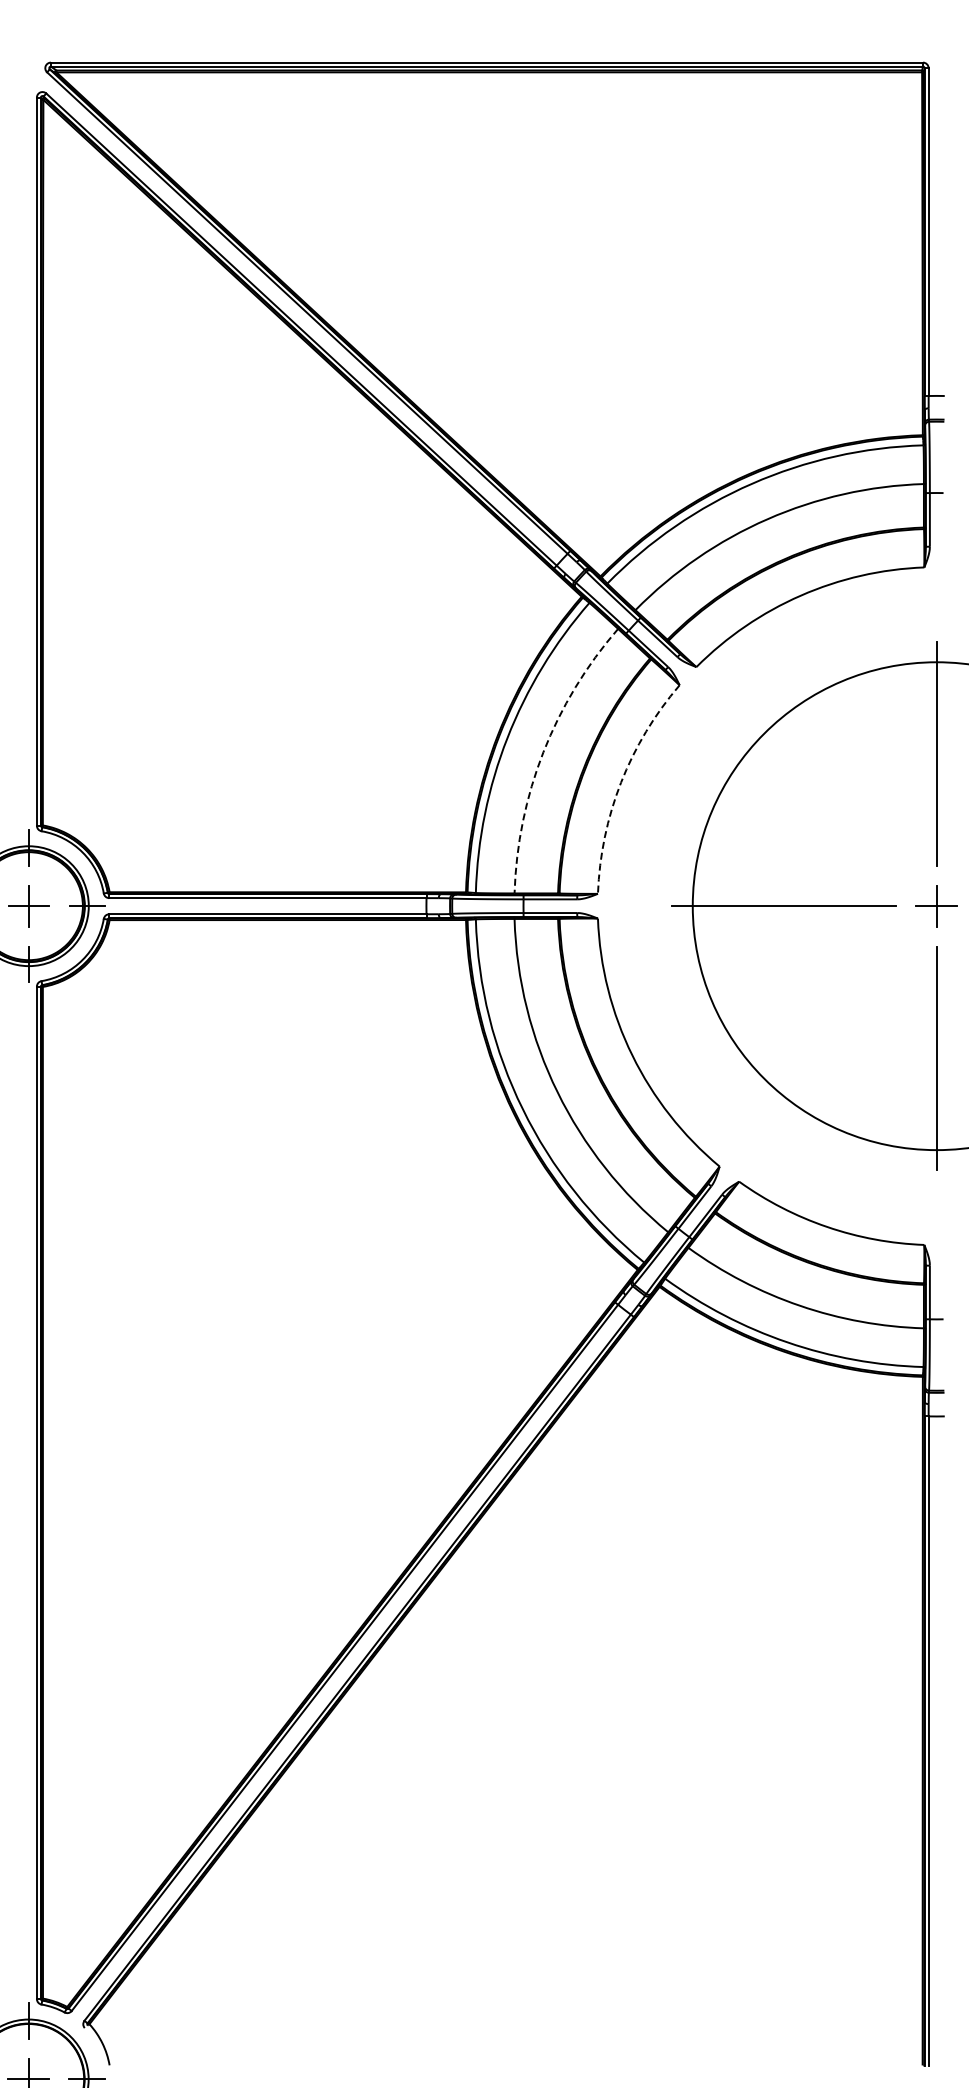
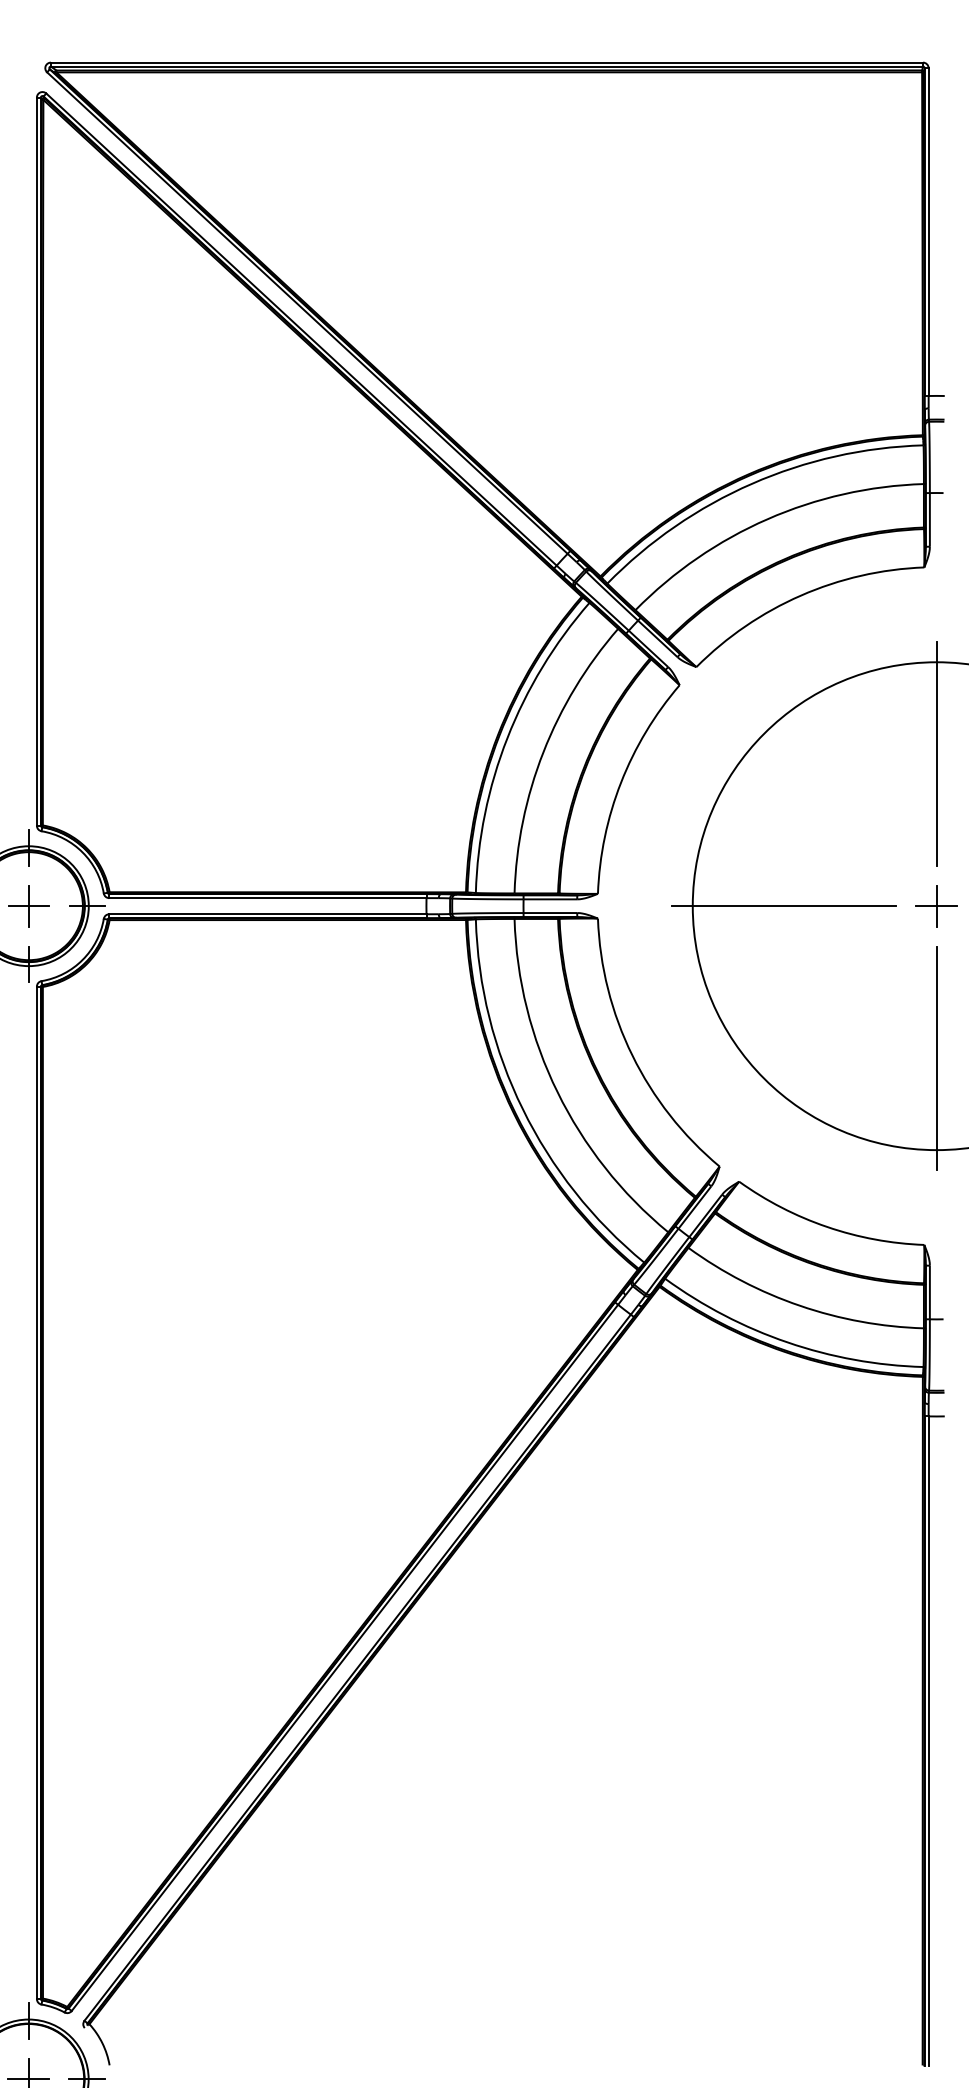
arc at (543, 752): dashed -> solid
arc at (621, 782): dashed -> solid
